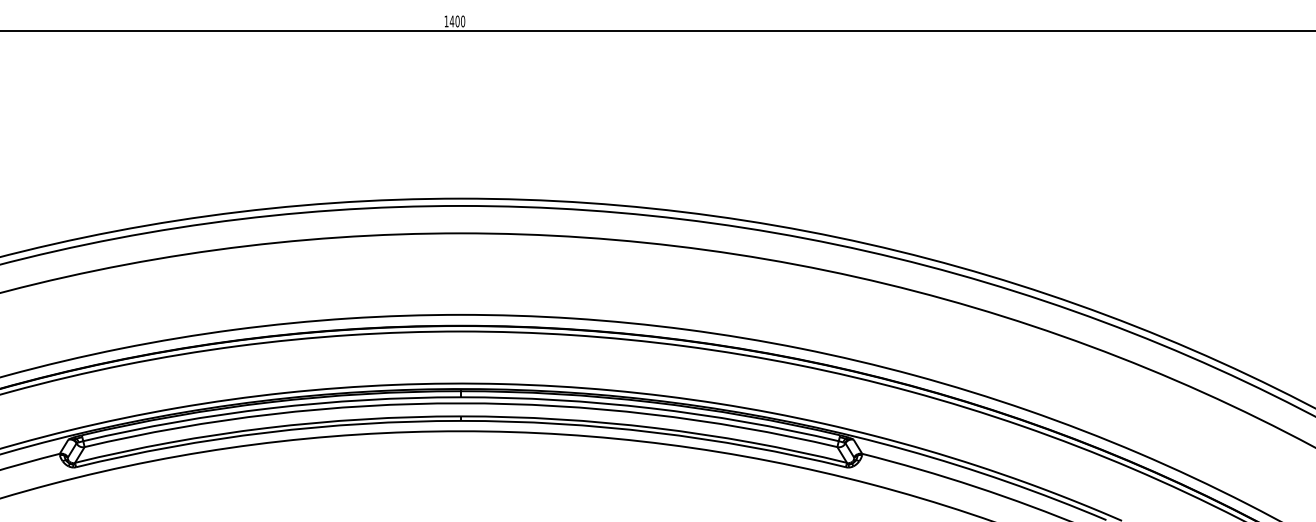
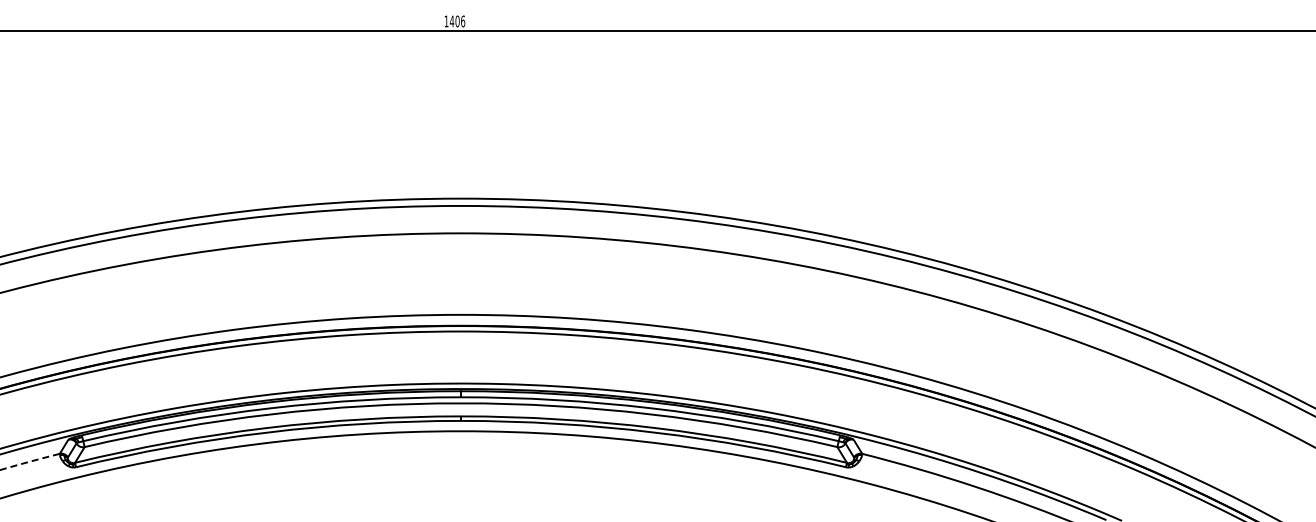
text at (463, 20): 1400 -> 1406
arc at (29, 461): solid -> dashed
